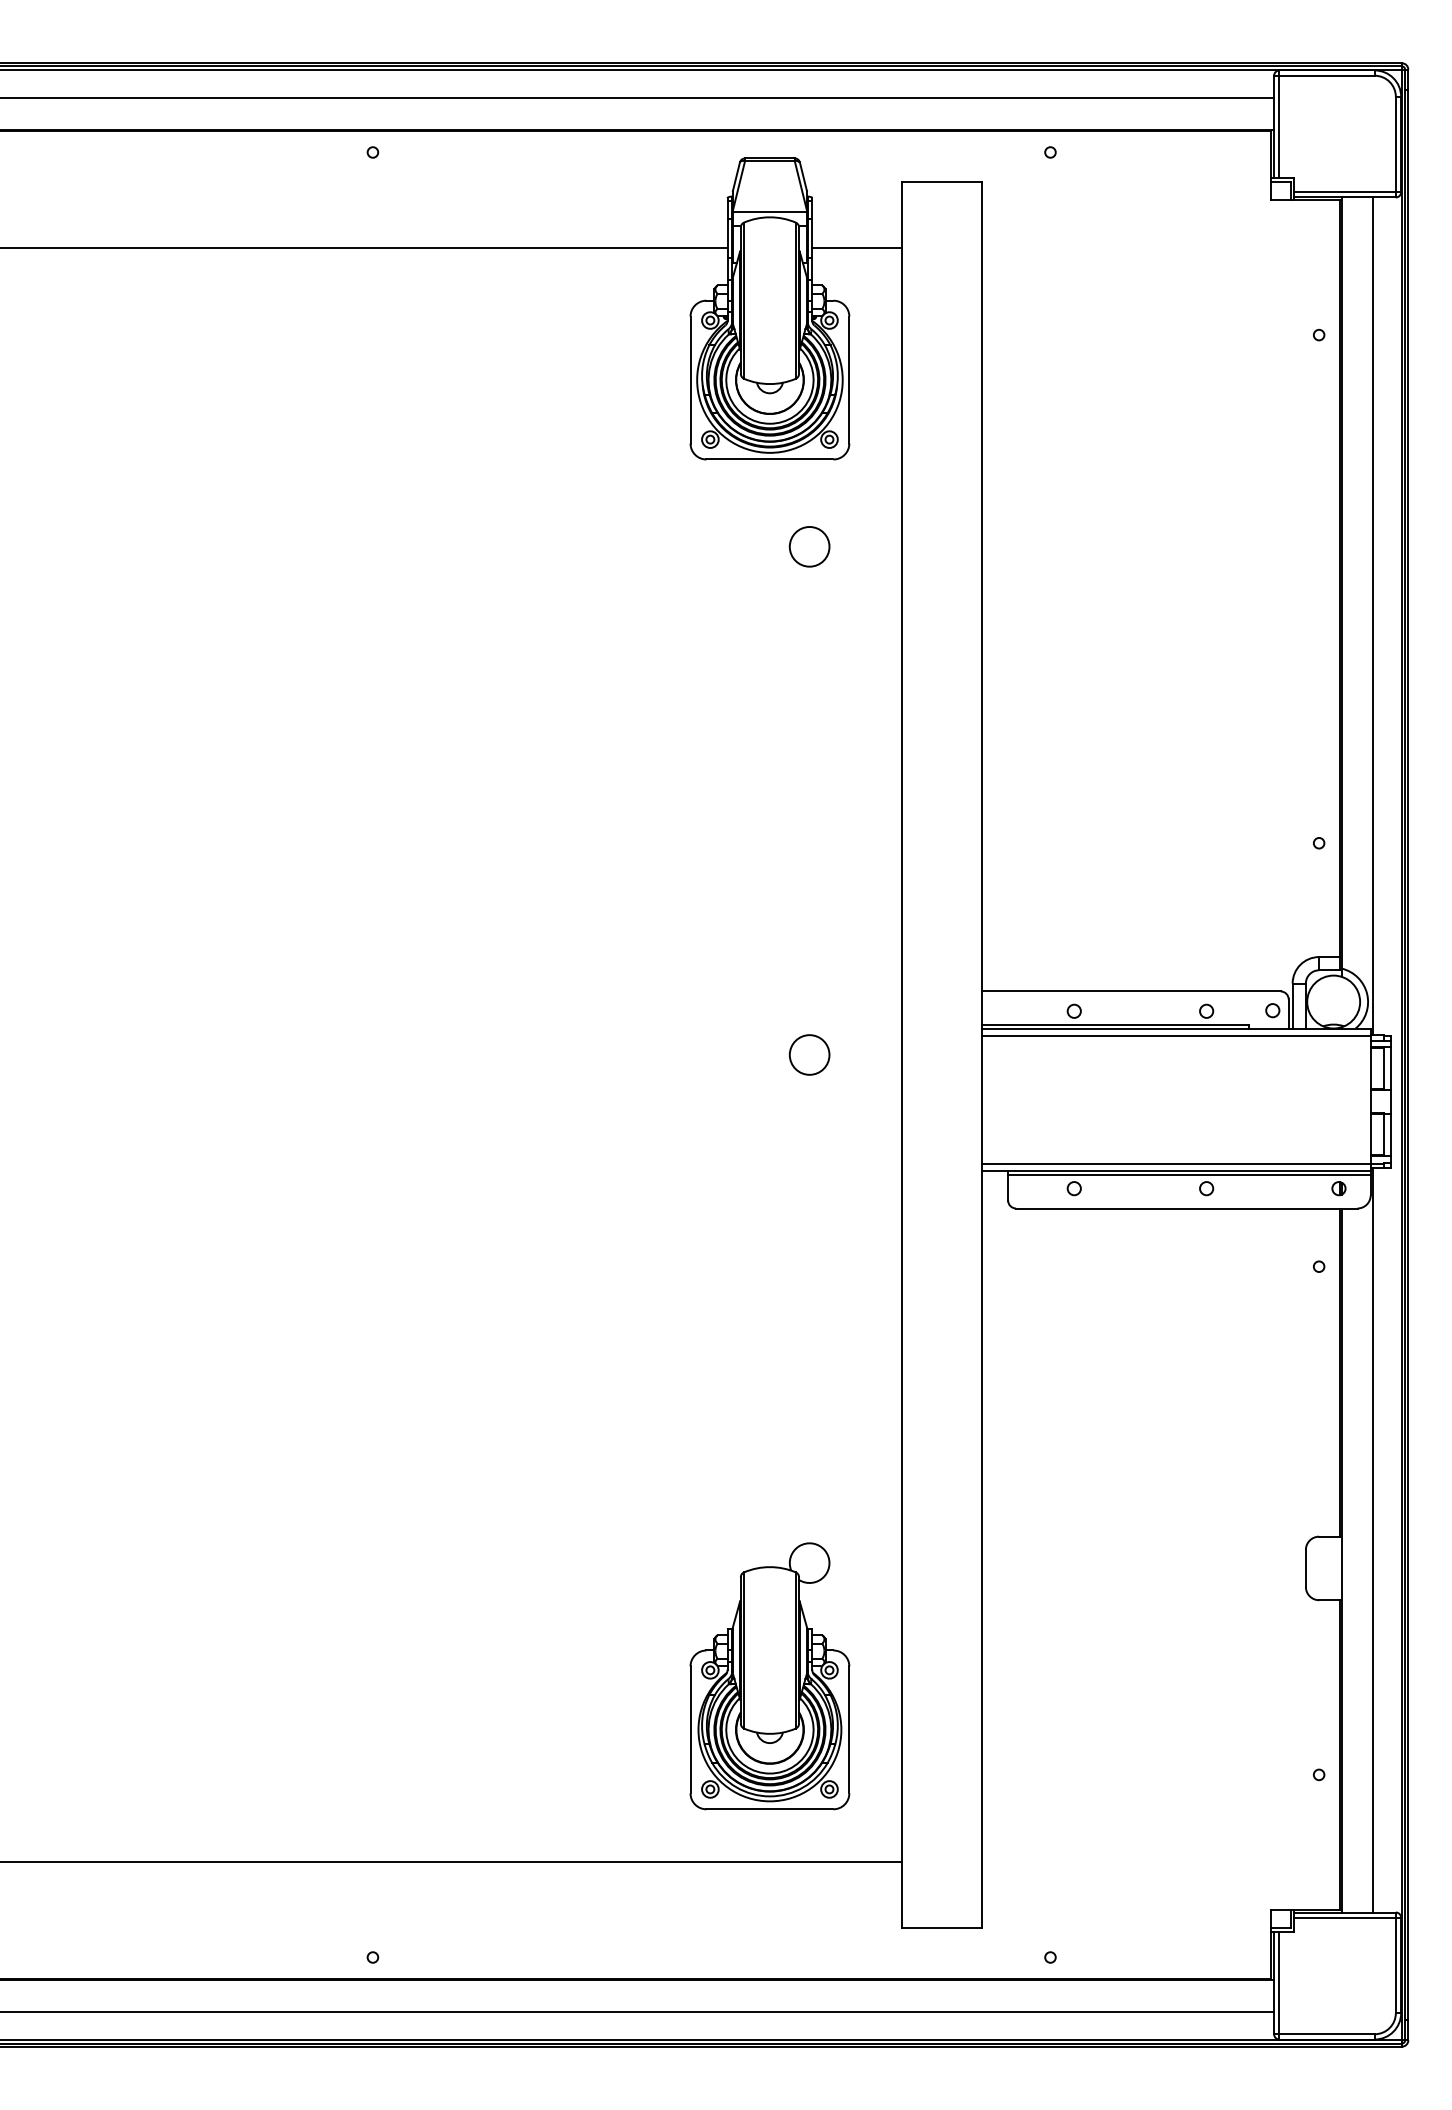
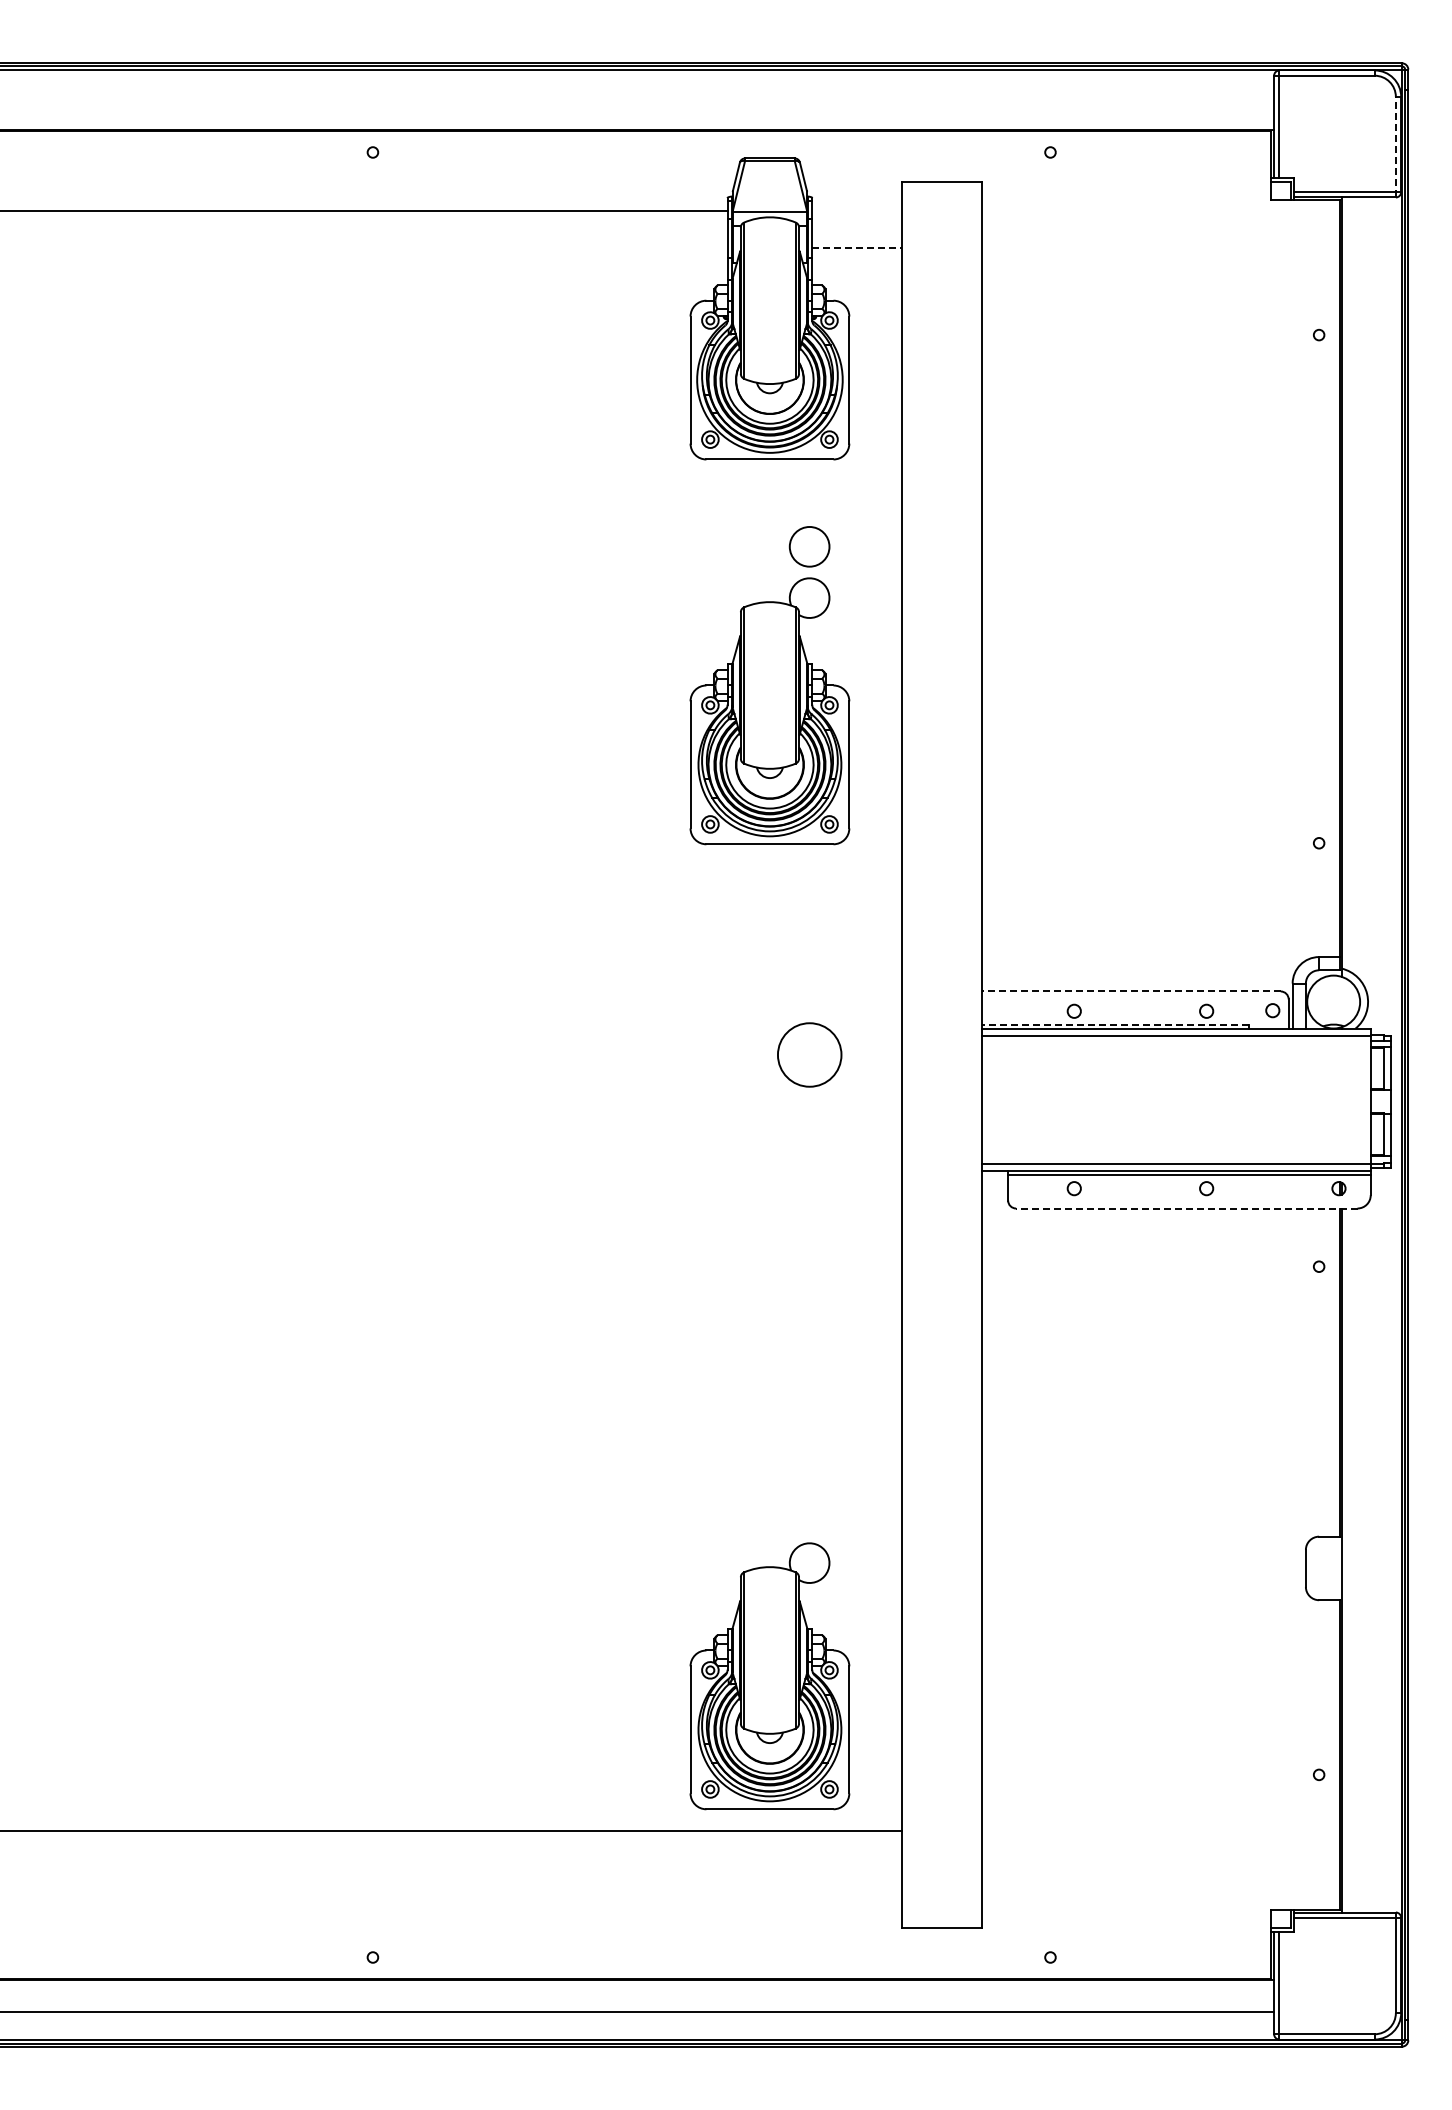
line at (638, 98): present -> none
line at (1395, 146): solid -> dashed
line at (364, 247) position: (364, 247) -> (364, 210)
line at (857, 247): solid -> dashed
line at (1373, 616): present -> none
part at (769, 711): none -> present
line at (1131, 991): solid -> dashed
line at (1115, 1024): solid -> dashed
circle at (809, 1054) size: 43x42 px -> 66x66 px
line at (1186, 1208): solid -> dashed
line at (1373, 1539): present -> none
line at (452, 1862) position: (452, 1862) -> (452, 1831)
